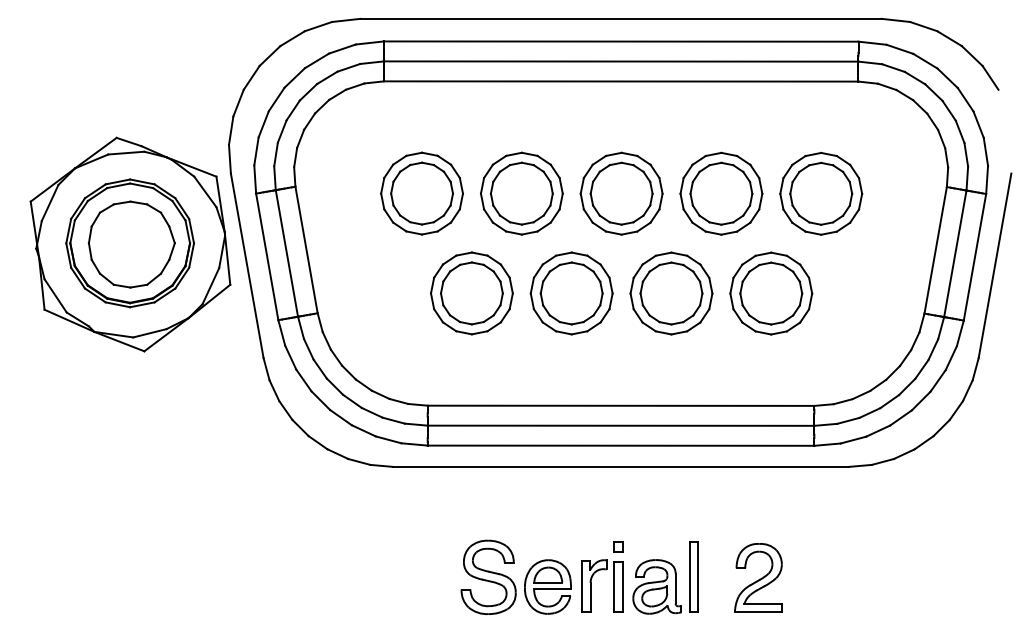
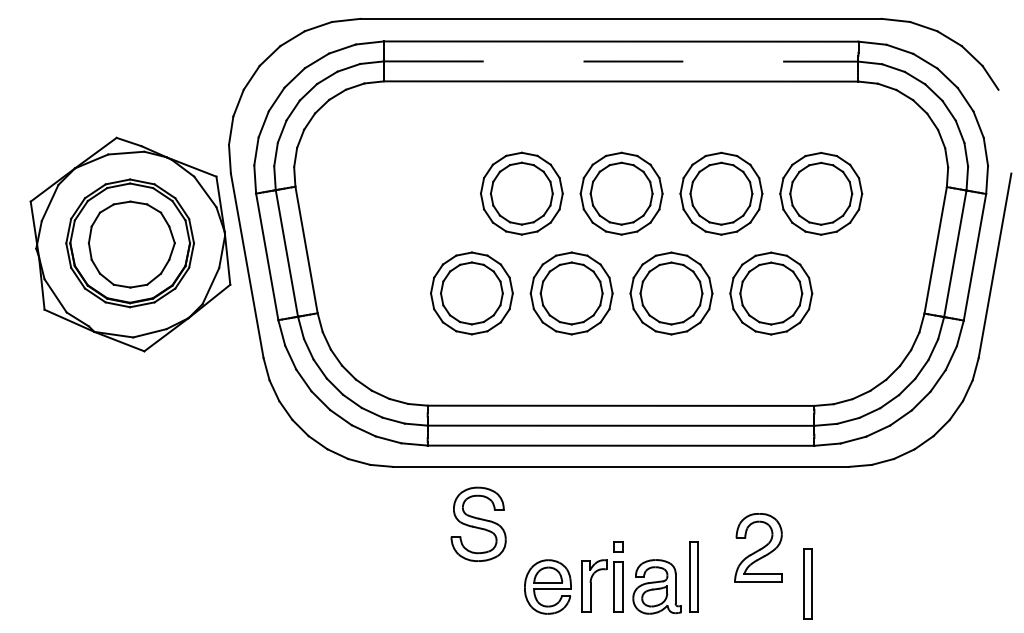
line at (621, 61): solid -> dashed
part at (421, 193): present -> none
part at (488, 576) position: (488, 576) -> (478, 523)
part at (758, 577) position: (758, 577) -> (758, 547)
part at (807, 583): none -> present
